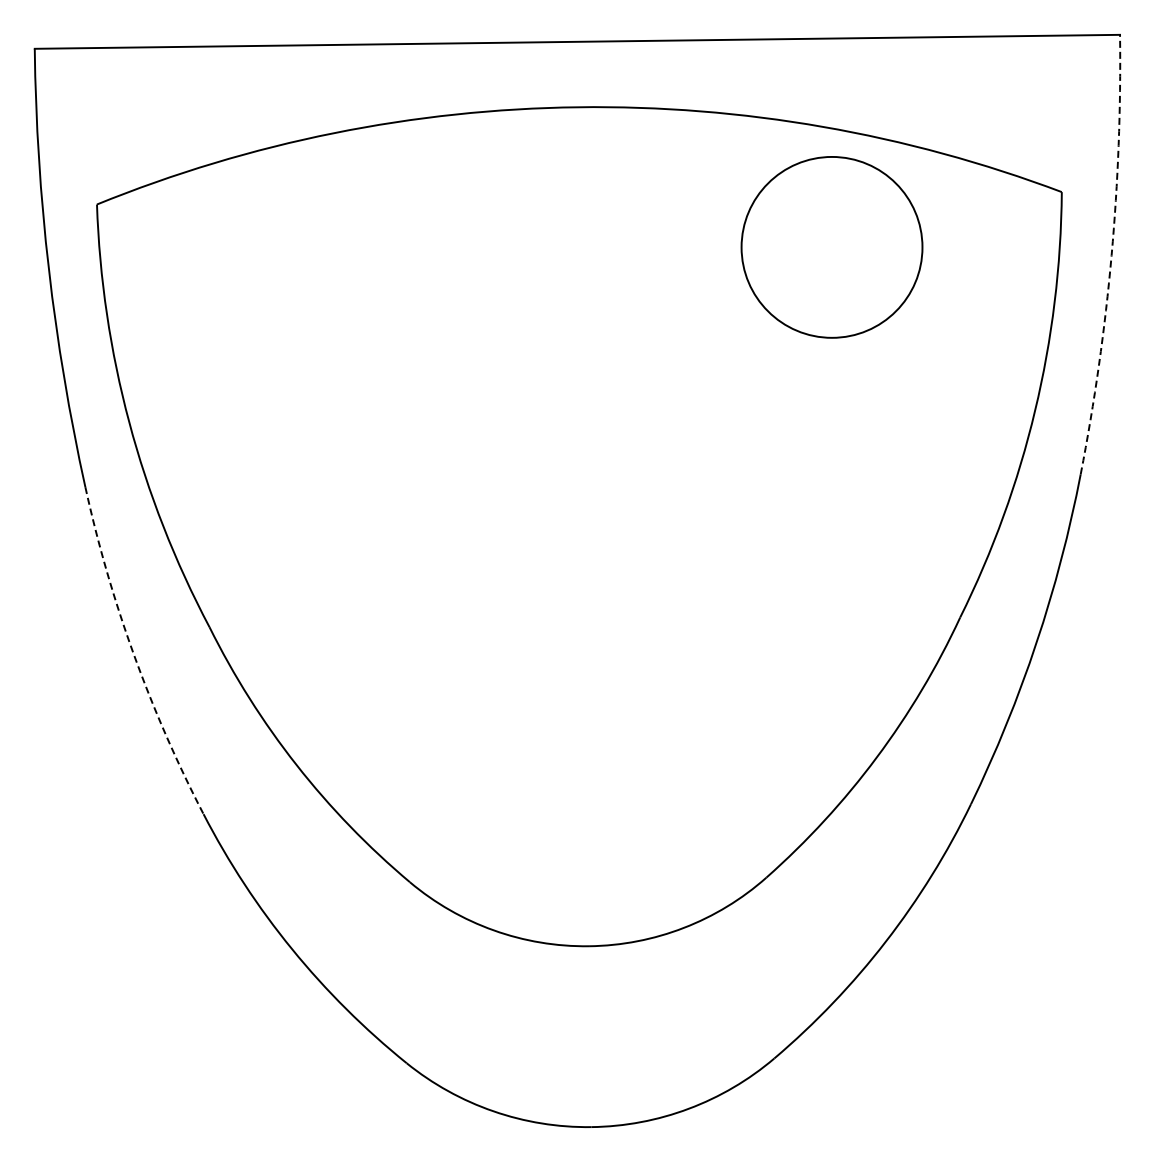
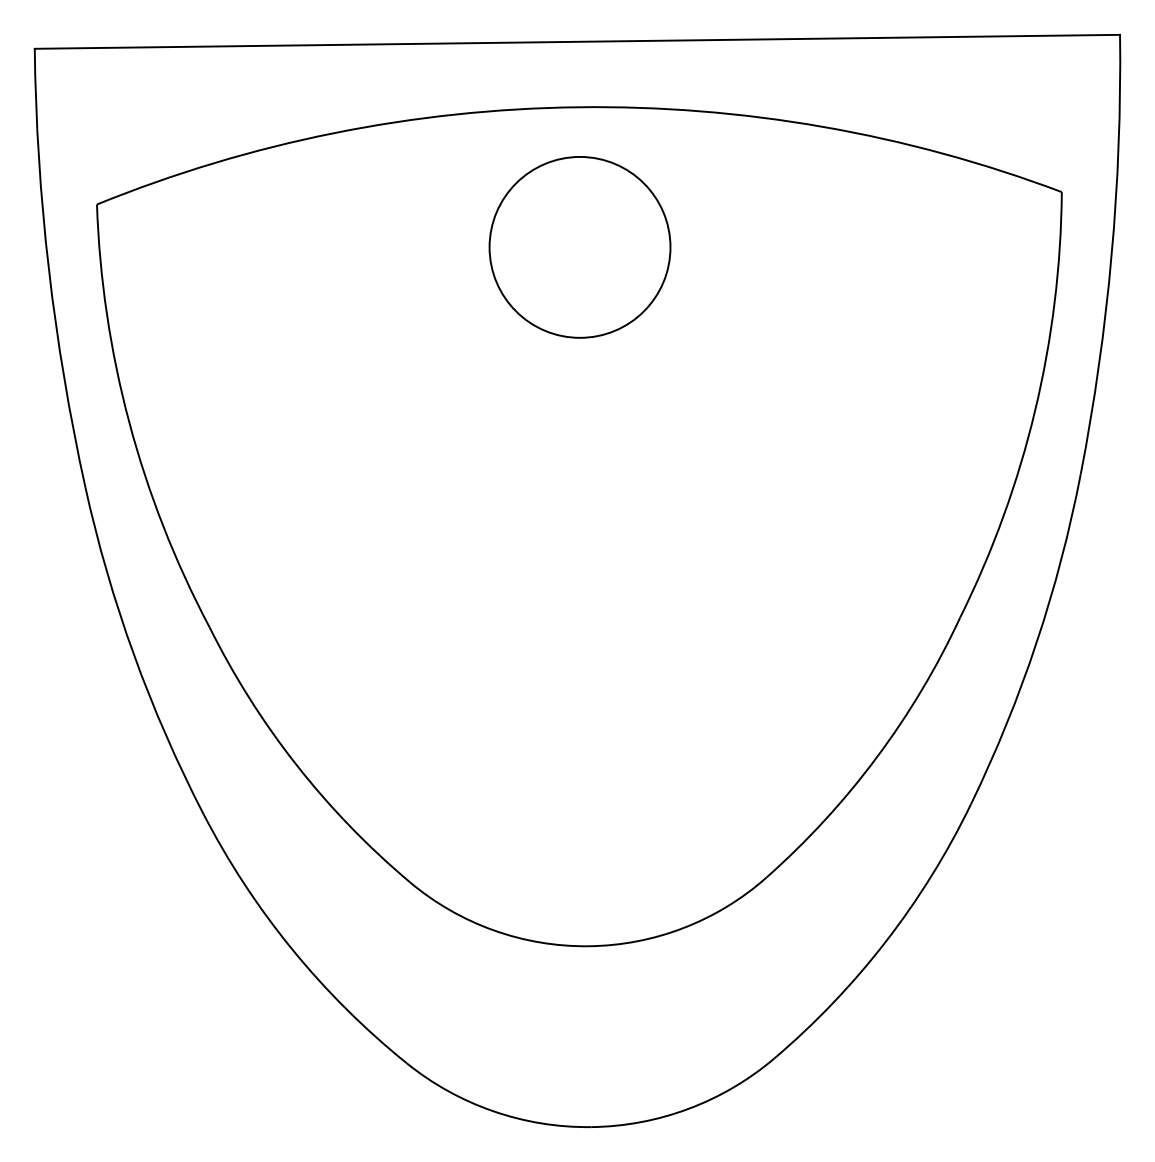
circle at (831, 247) position: (831, 247) -> (579, 247)
arc at (1111, 255): dashed -> solid
arc at (133, 654): dashed -> solid
